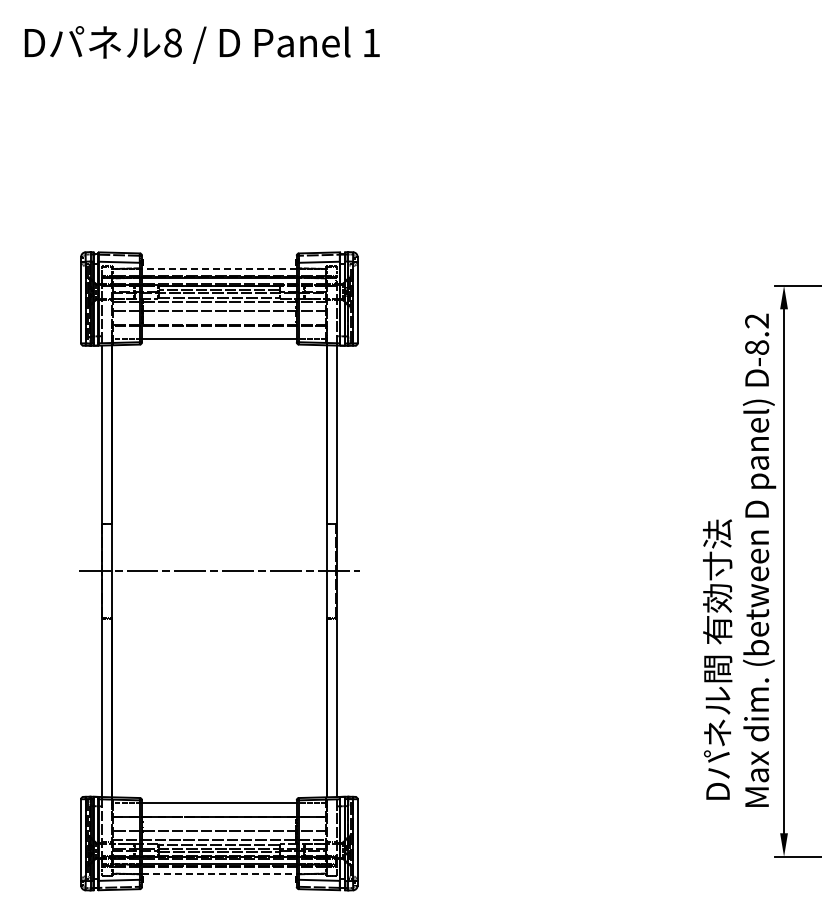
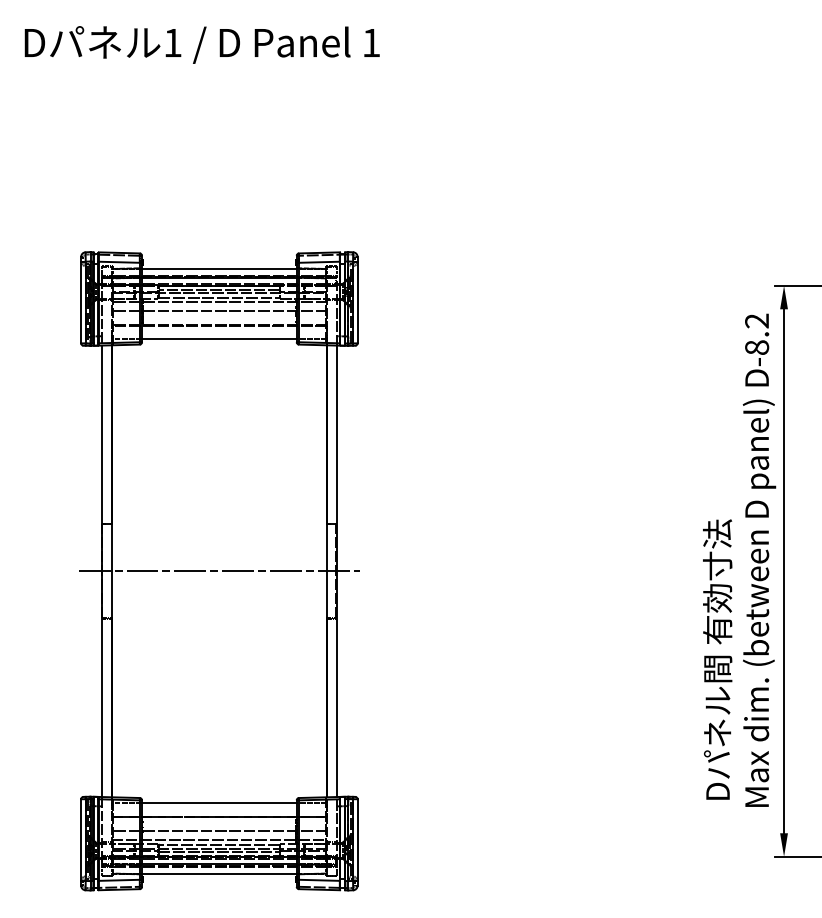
text at (172, 42): 8 -> 1
line at (218, 269): dashed -> solid
line at (219, 873): dashed -> solid
